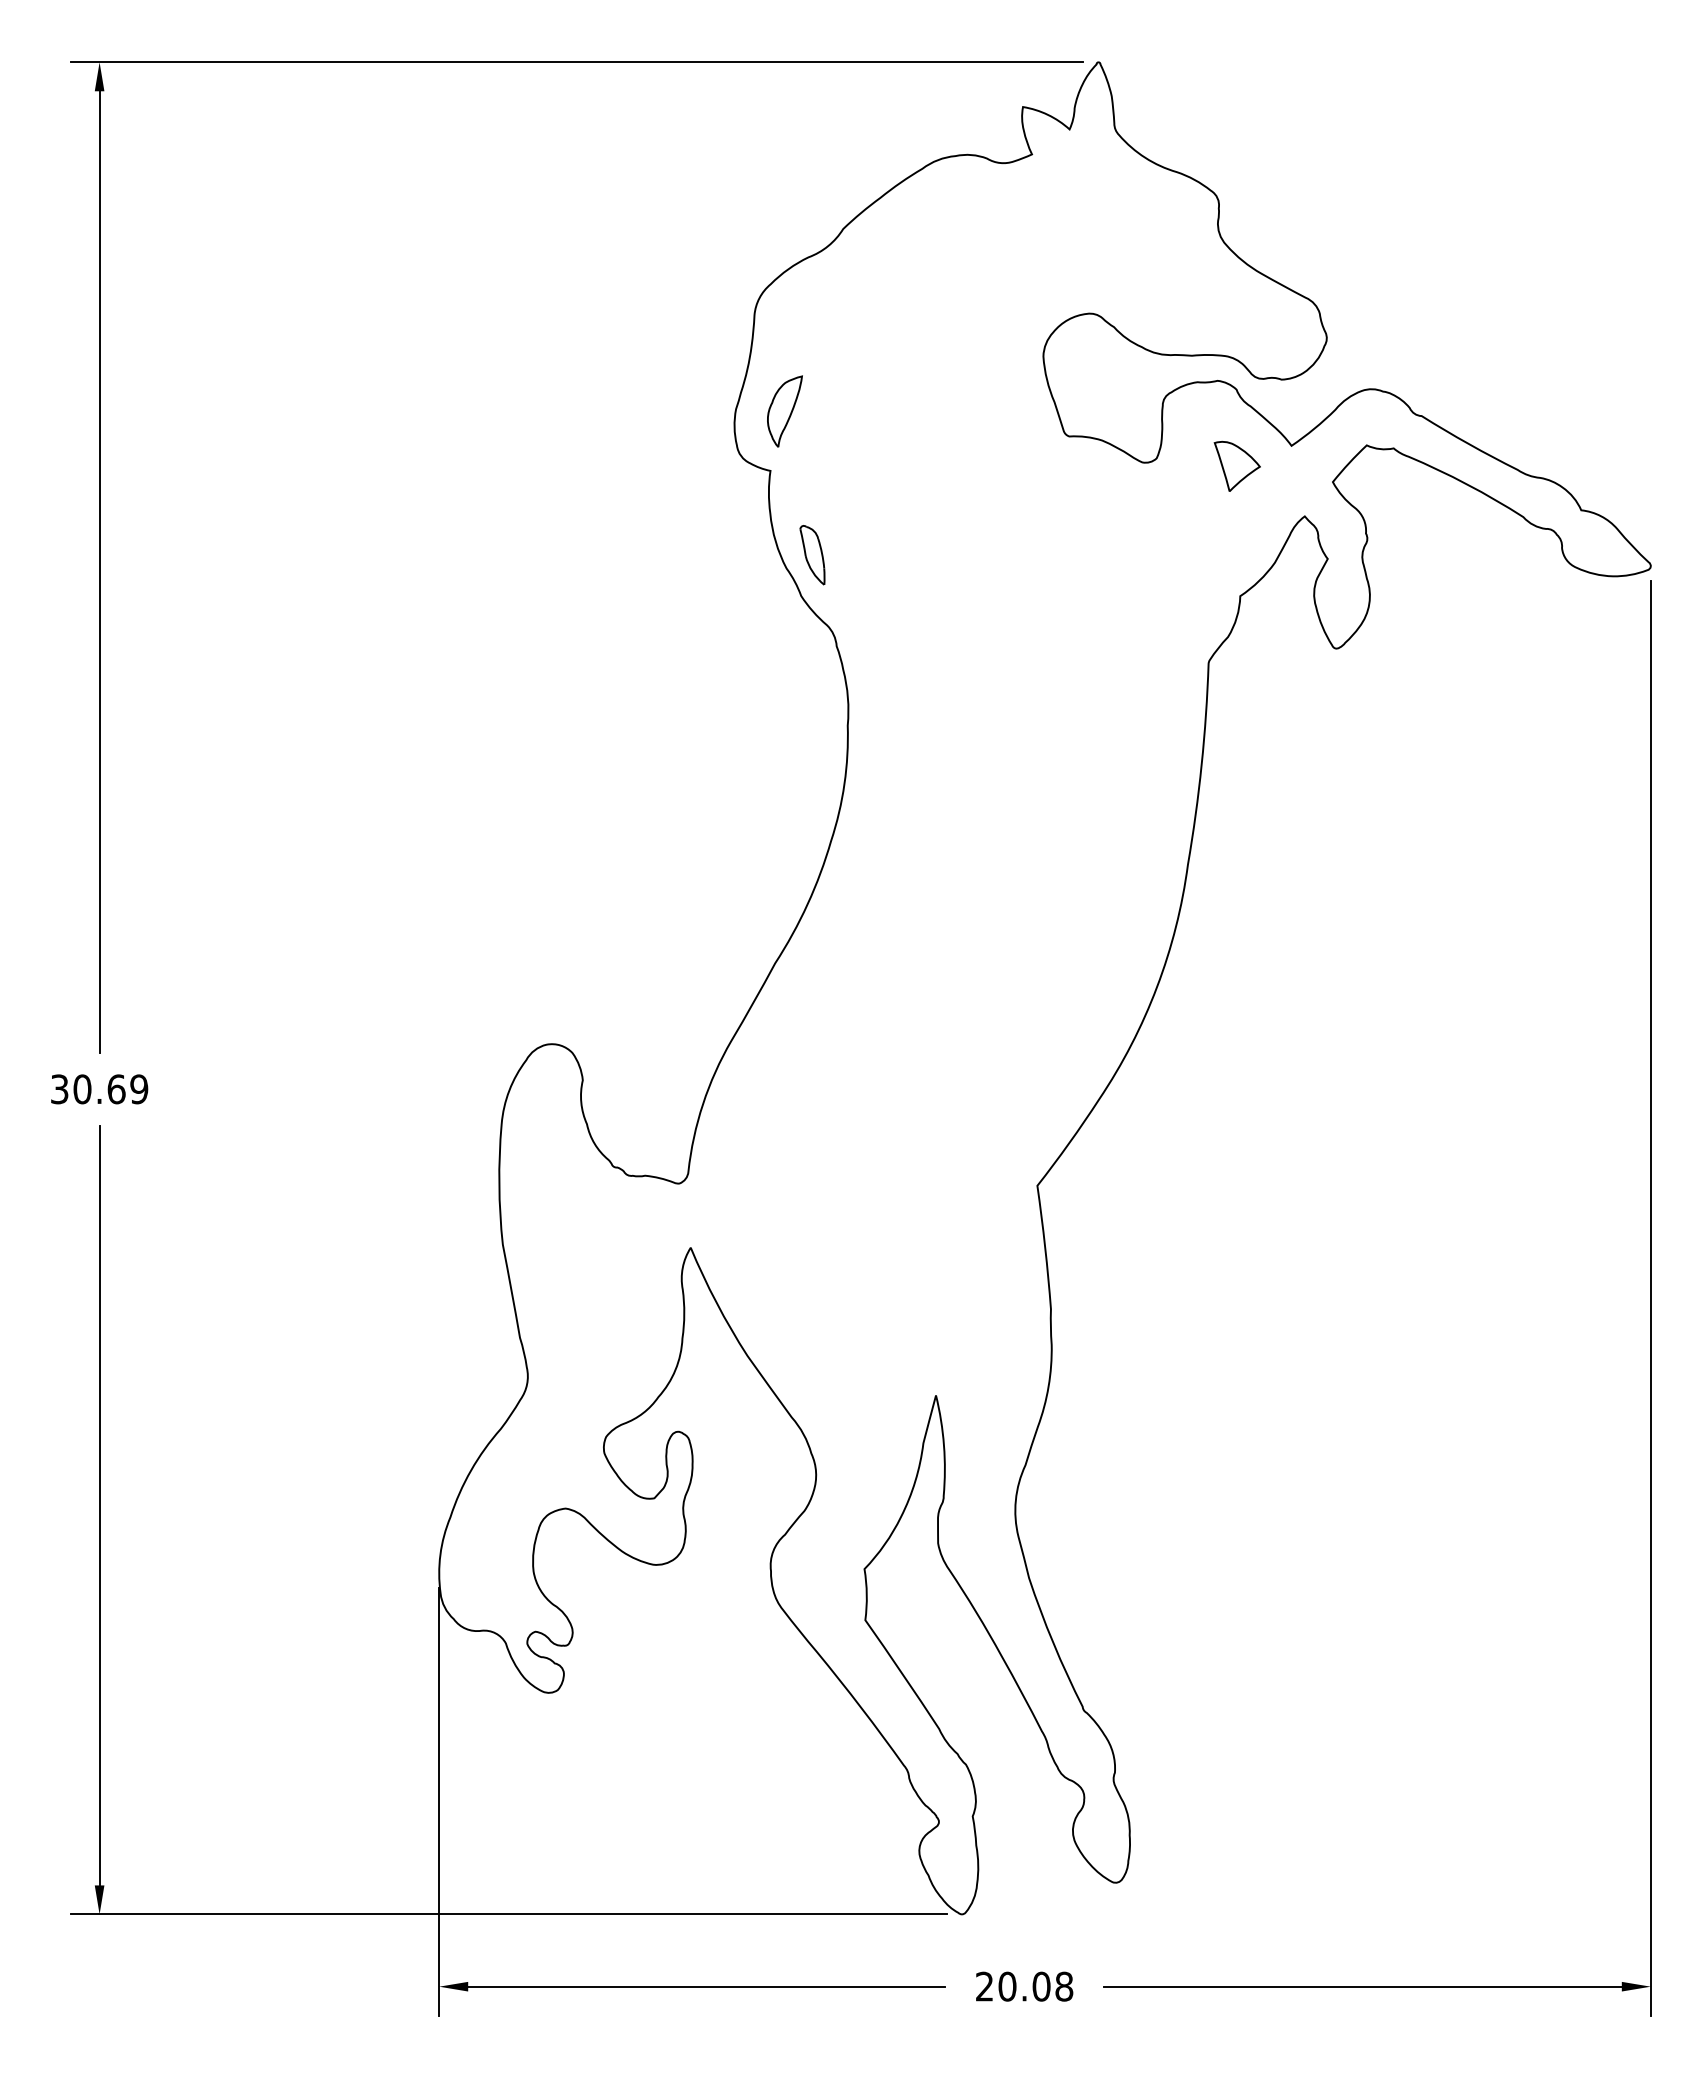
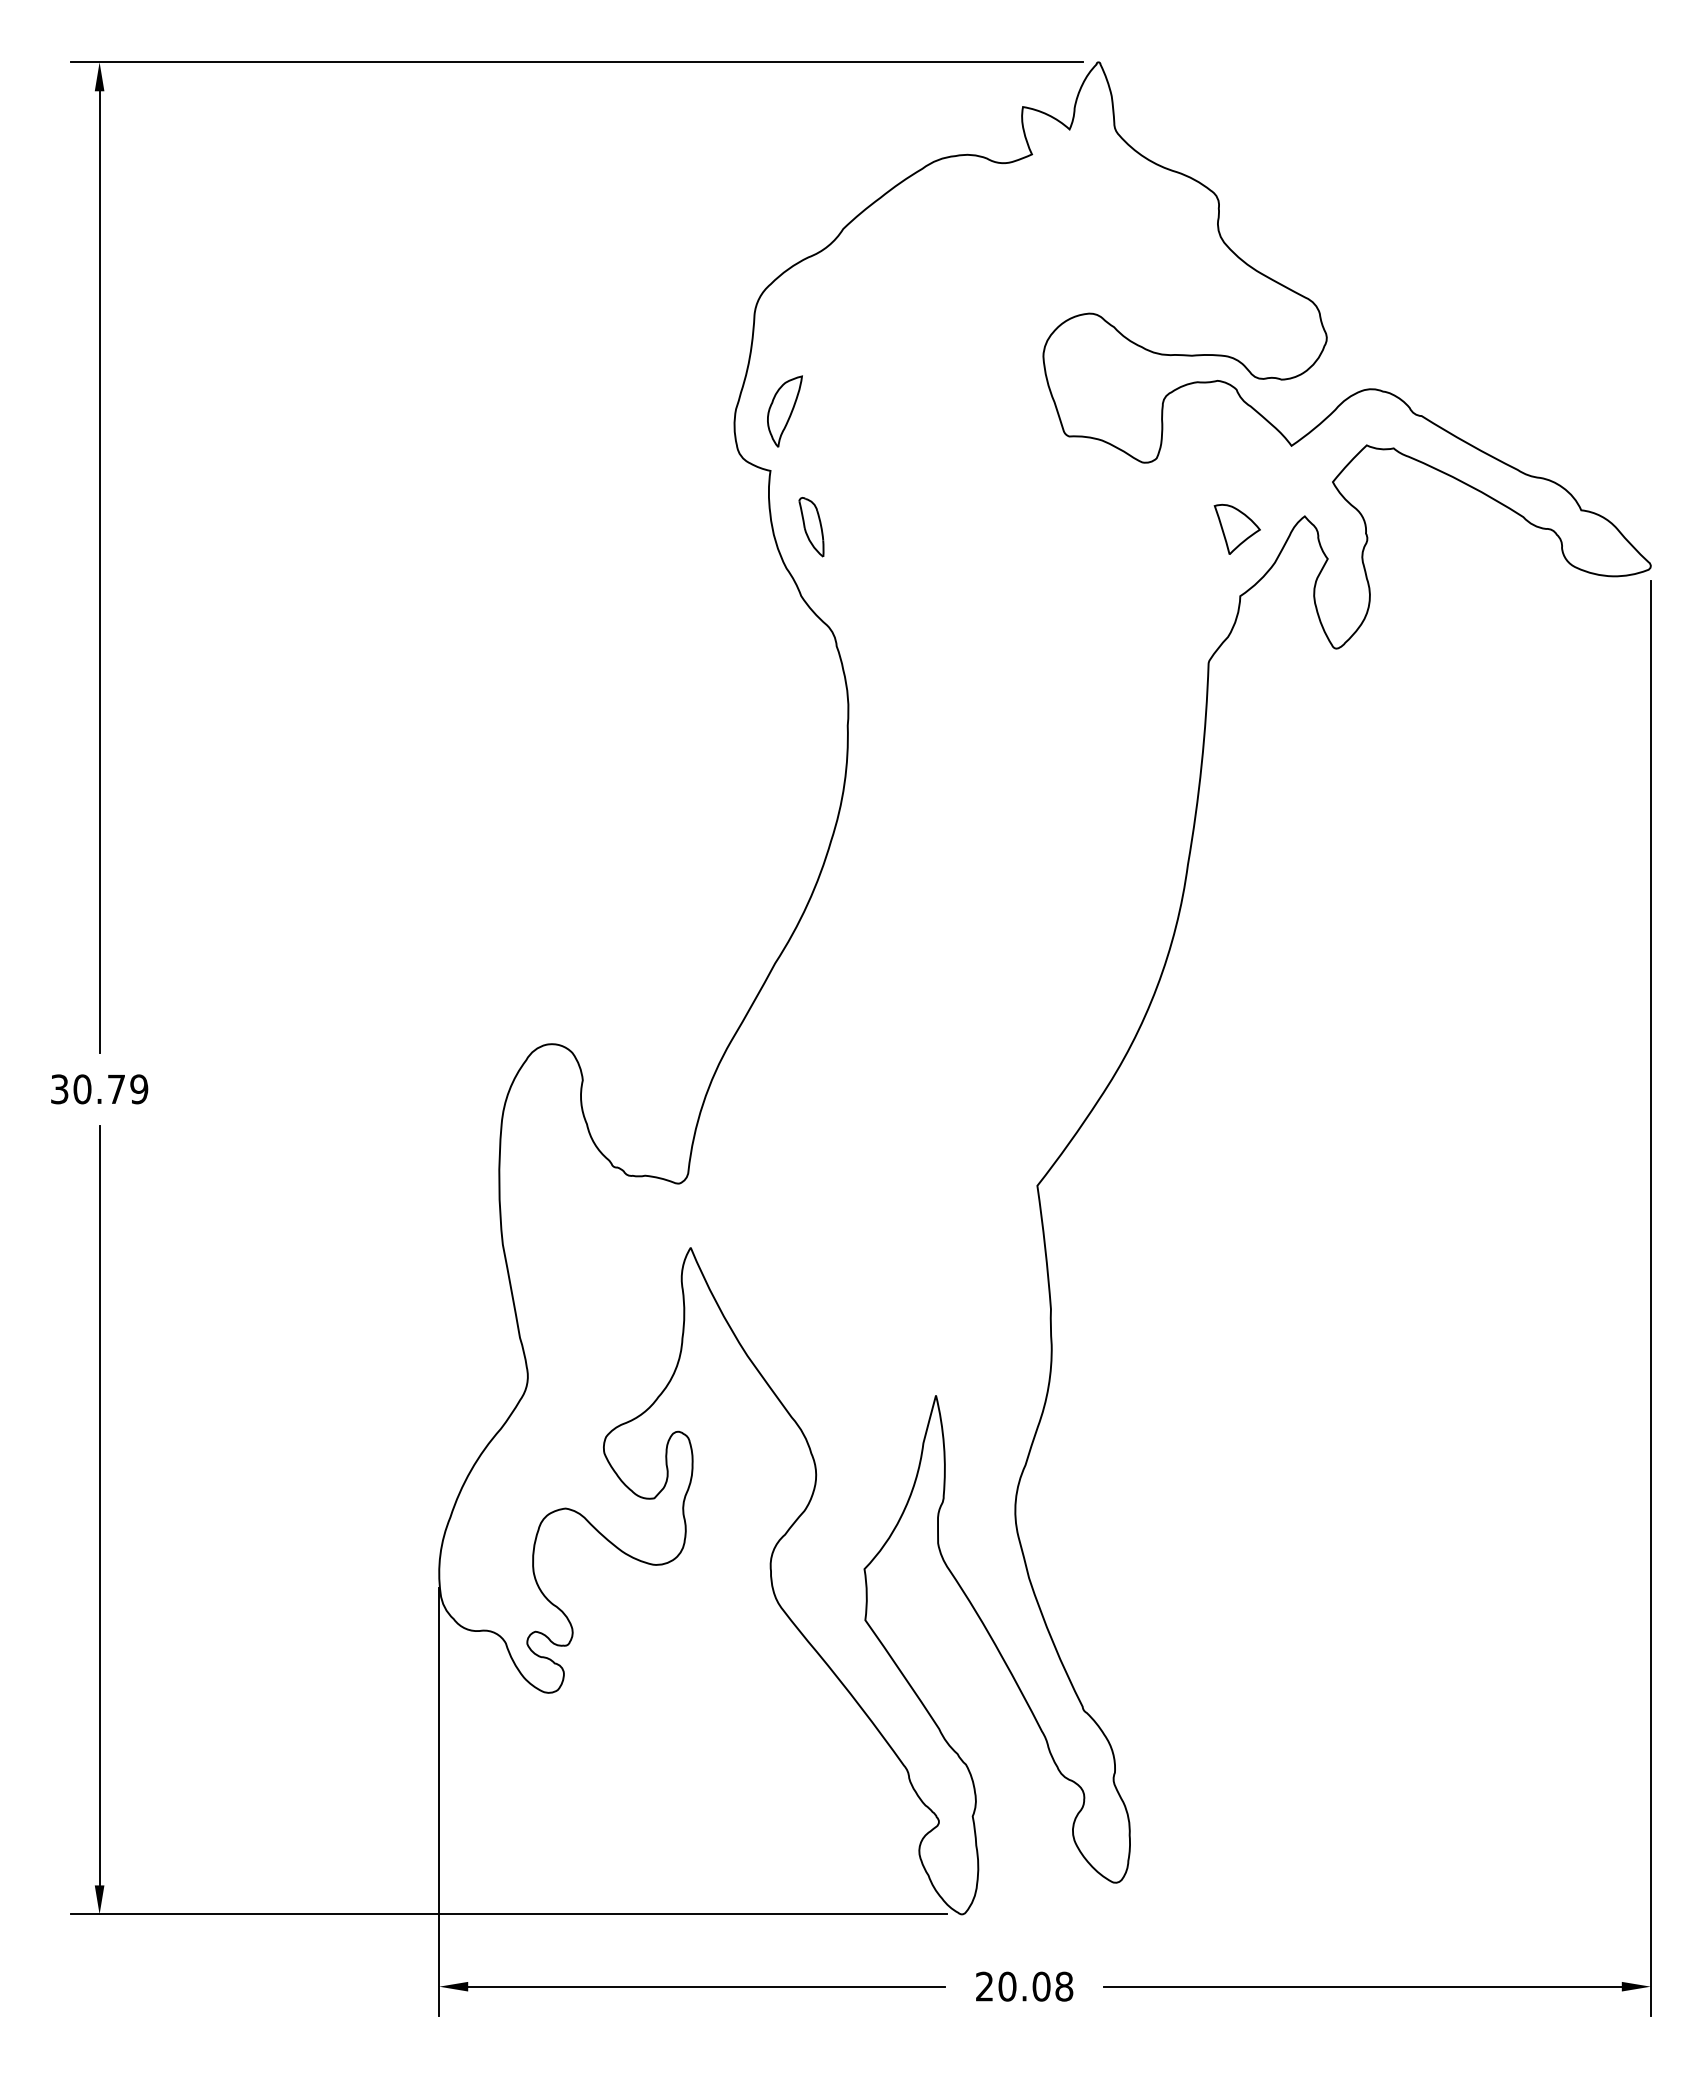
part at (1236, 465) position: (1236, 465) -> (1236, 528)
part at (812, 555) position: (812, 555) -> (811, 527)
text at (116, 1089): 30.69 -> 30.79
